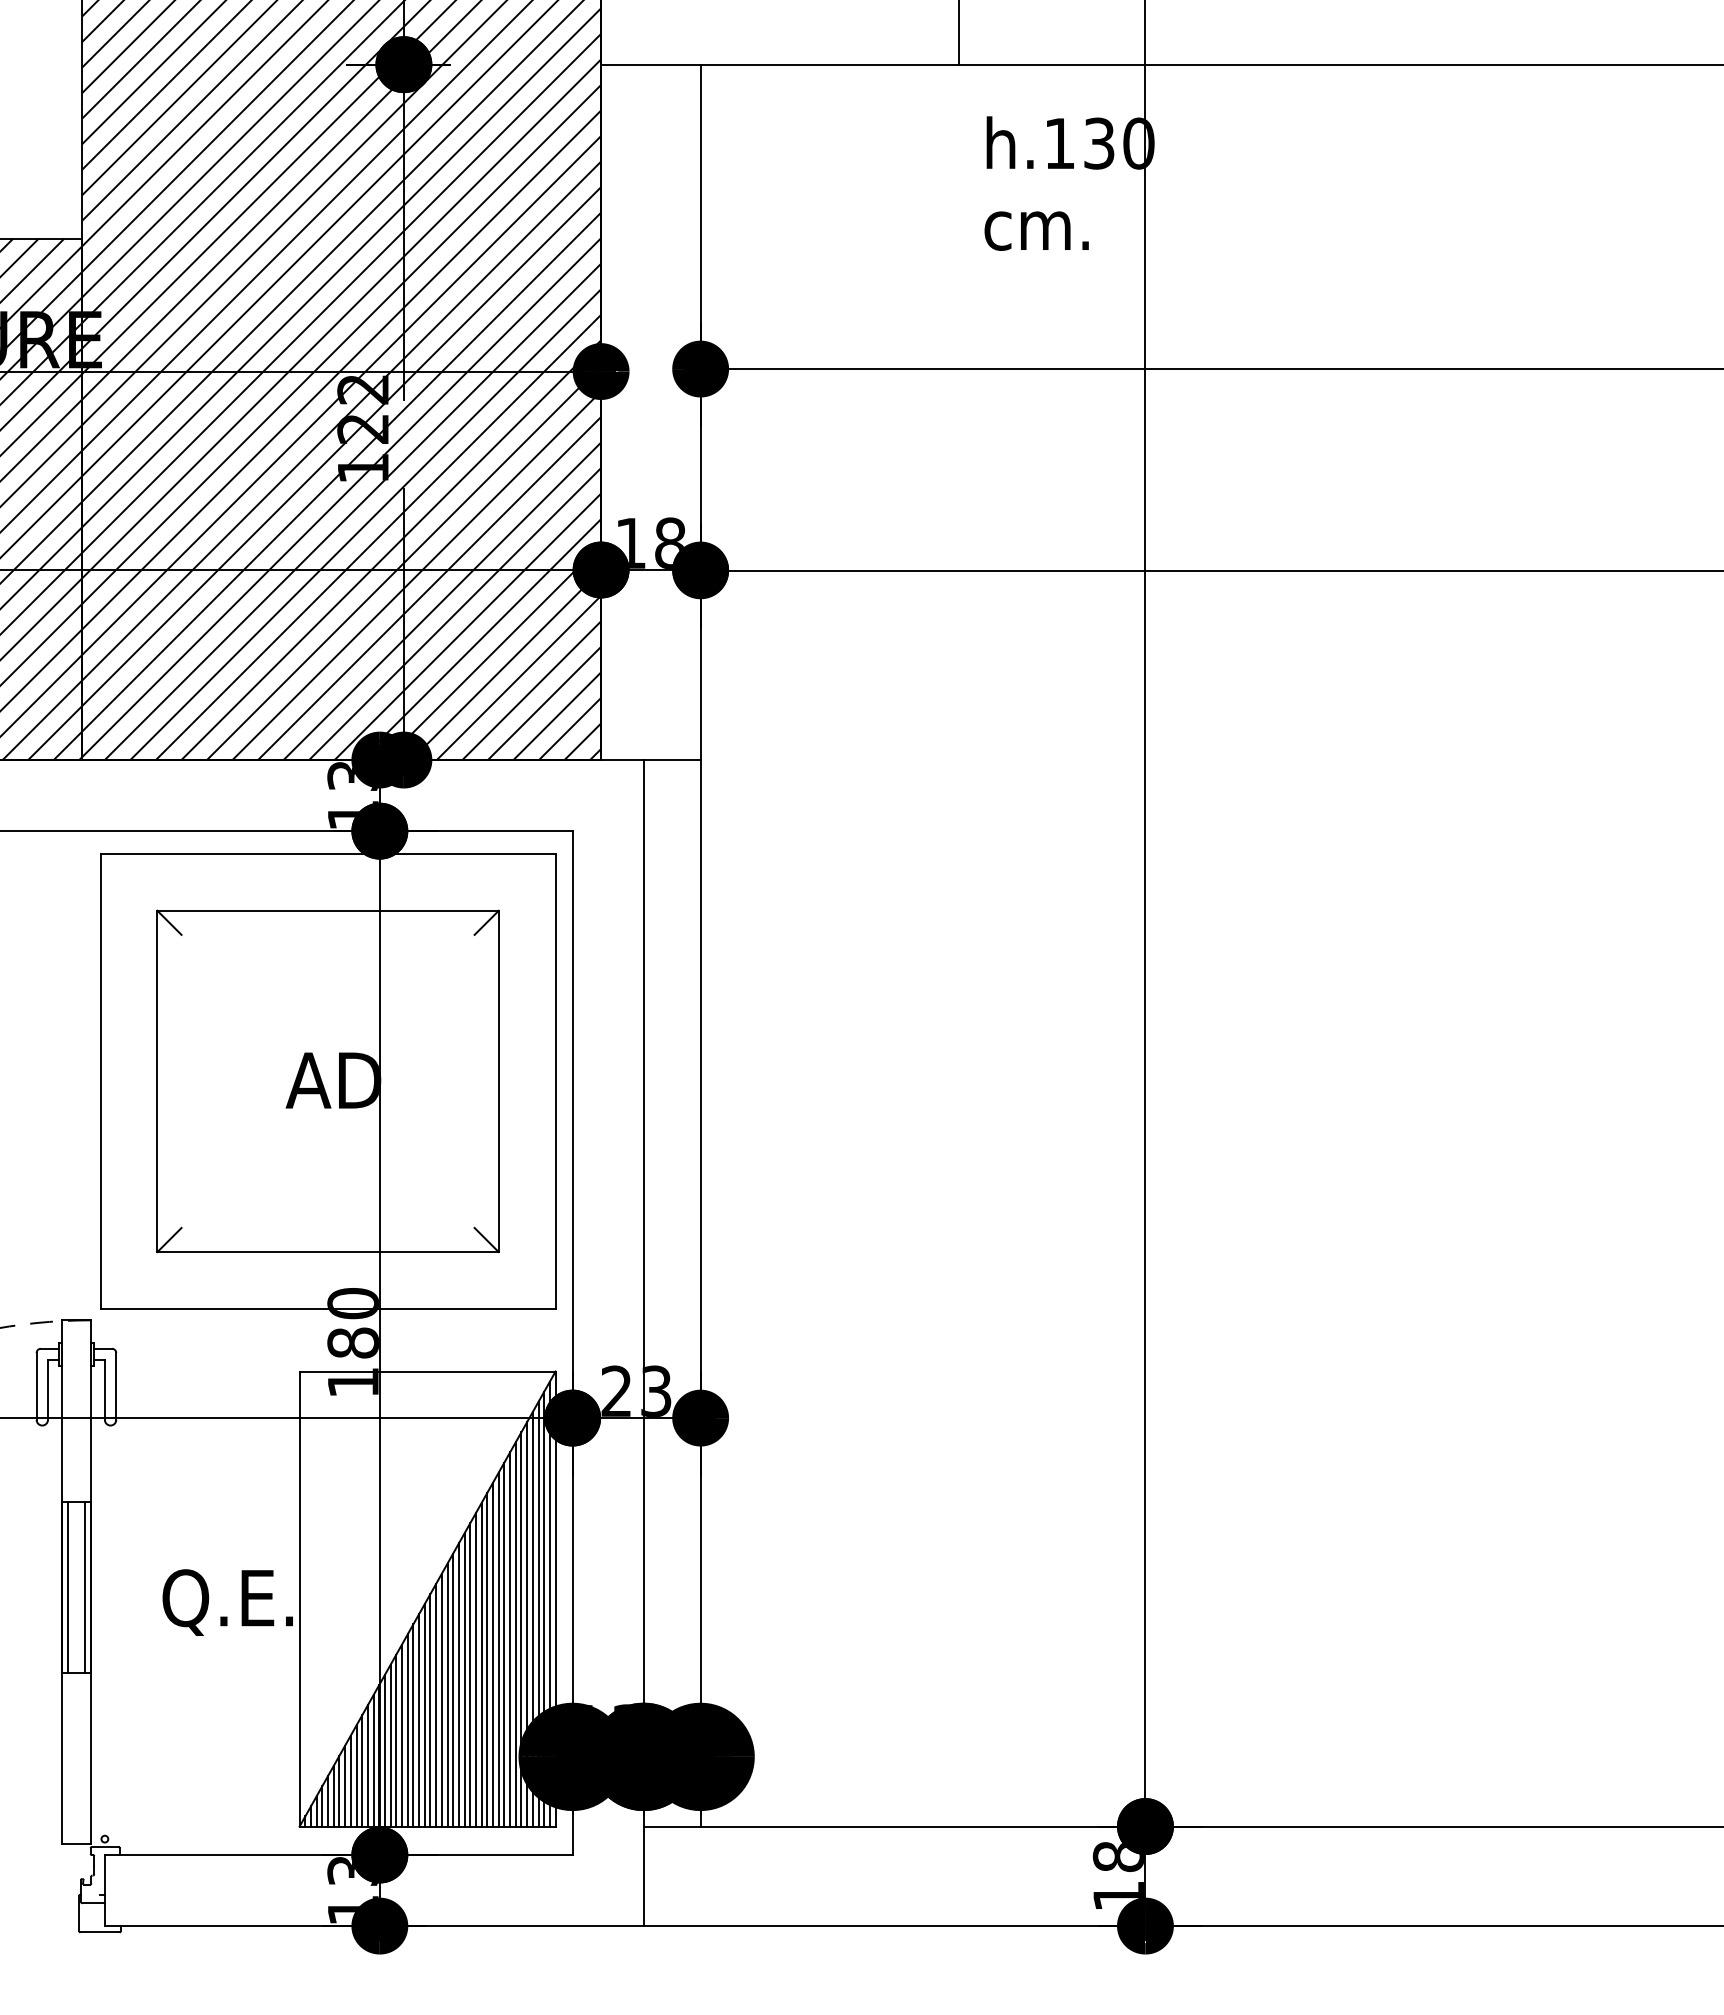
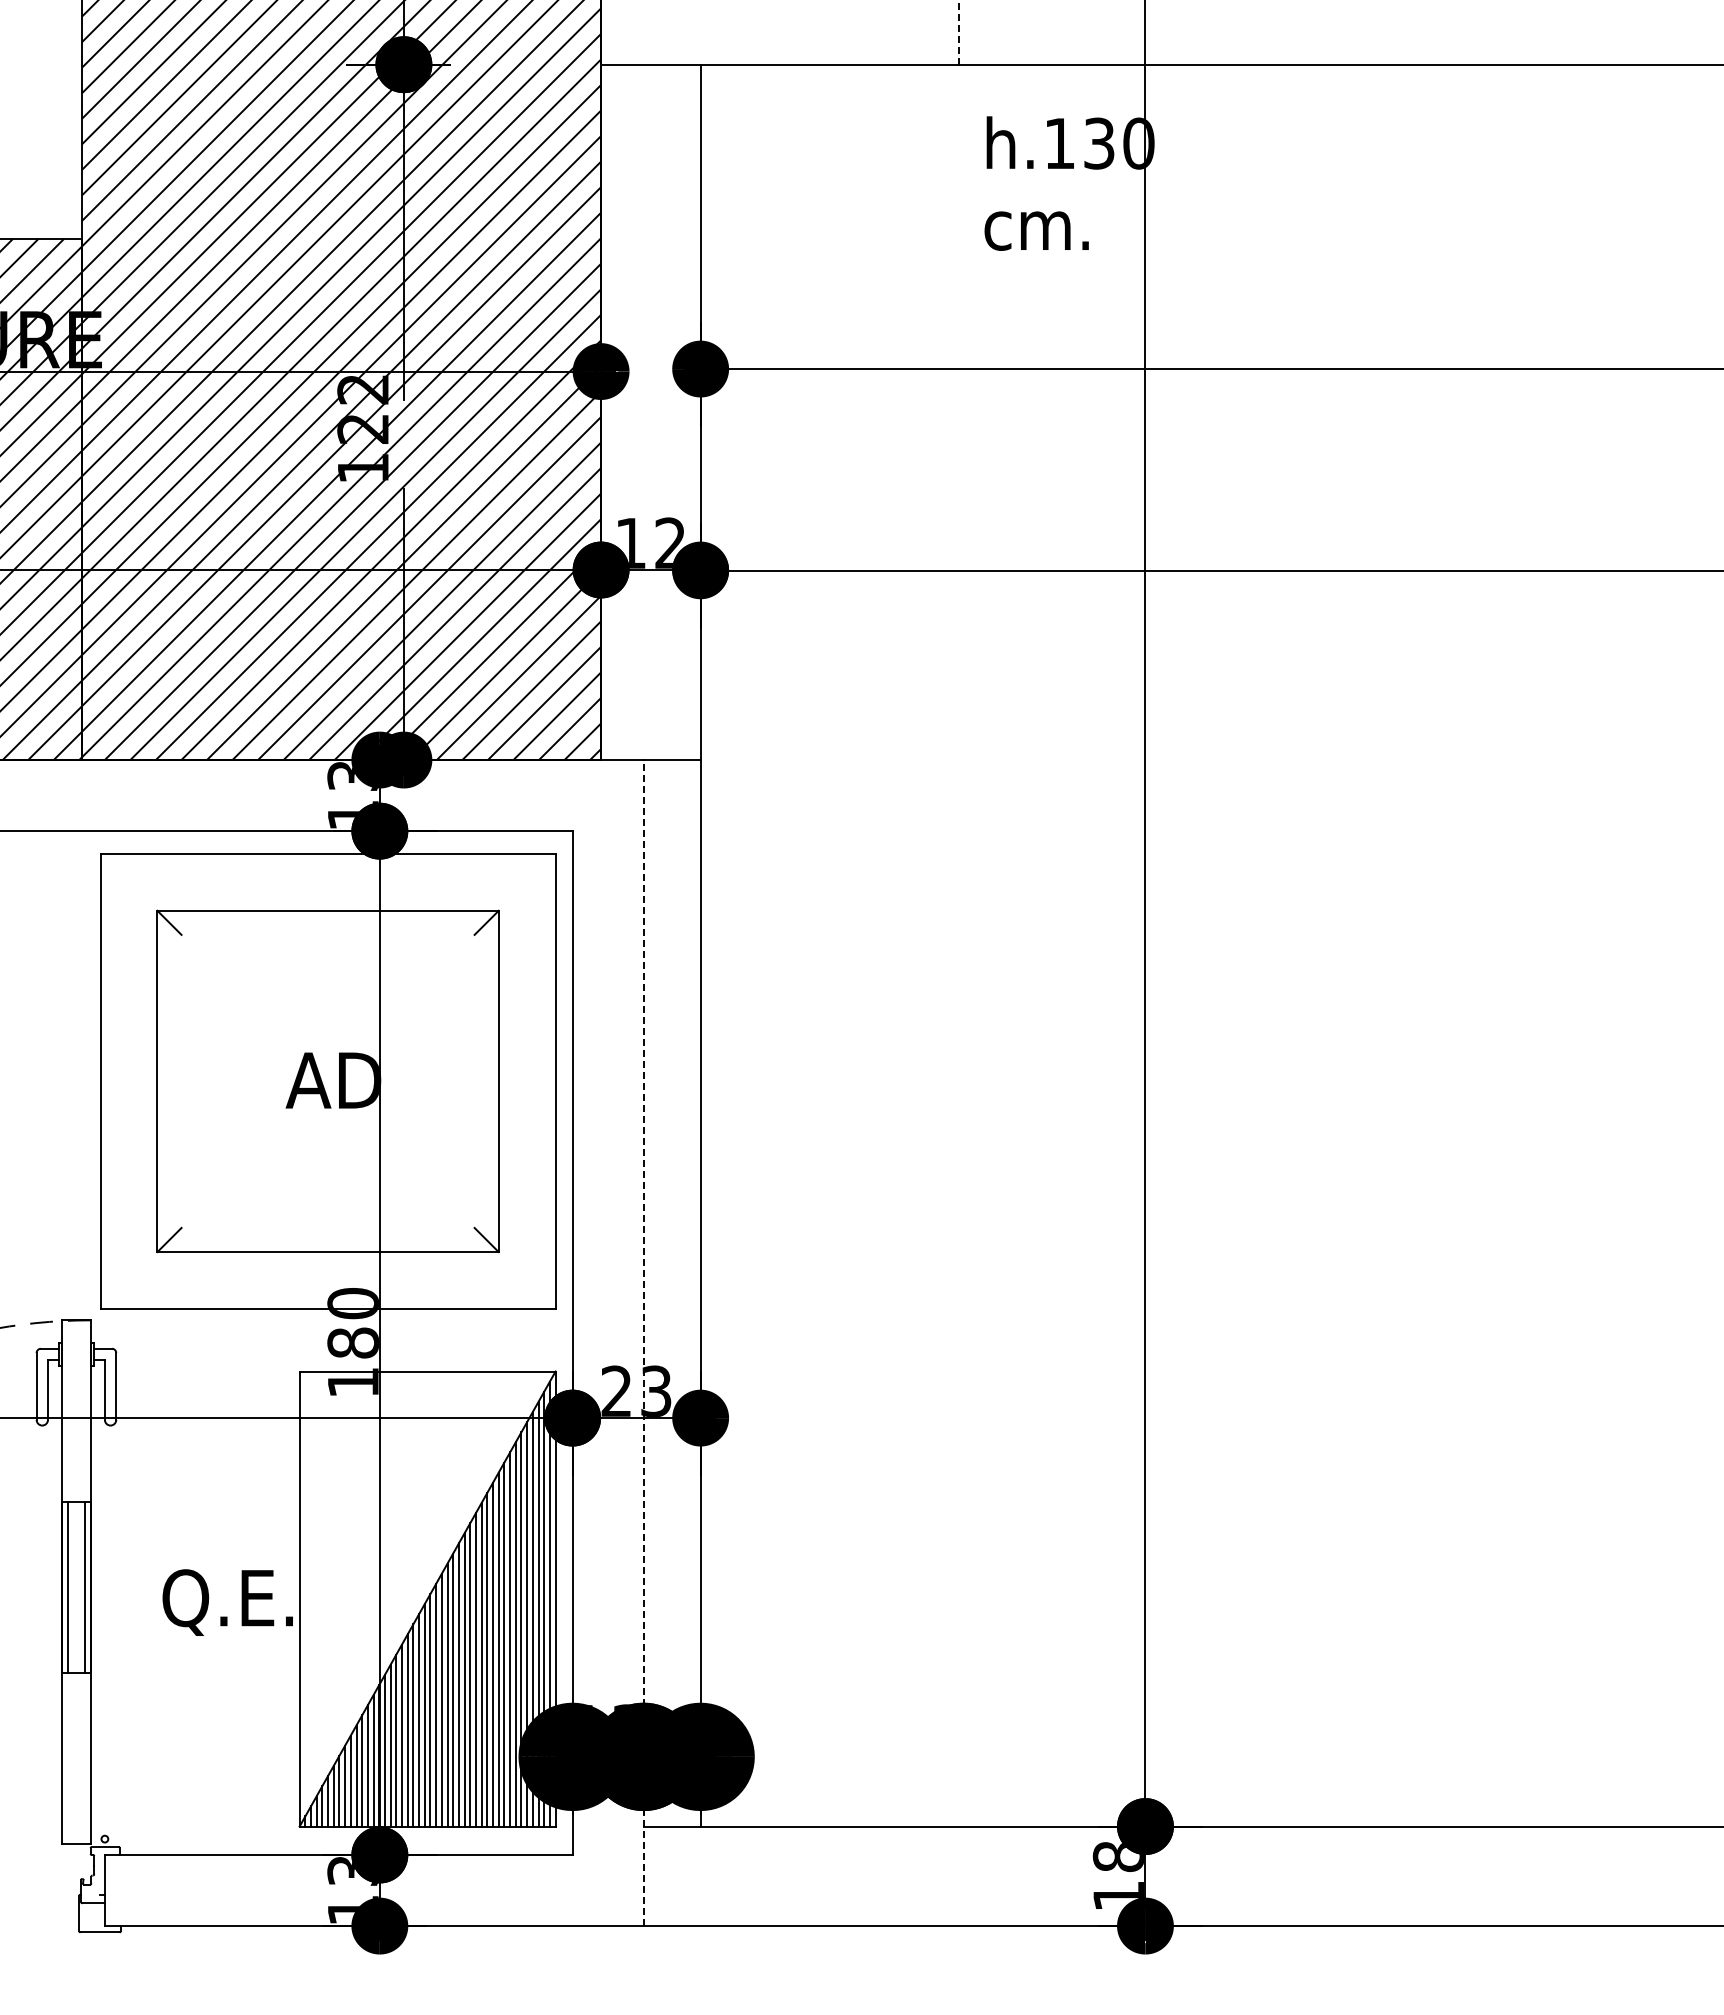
line at (959, 32): solid -> dashed
text at (670, 542): 18 -> 12
line at (643, 1342): solid -> dashed
